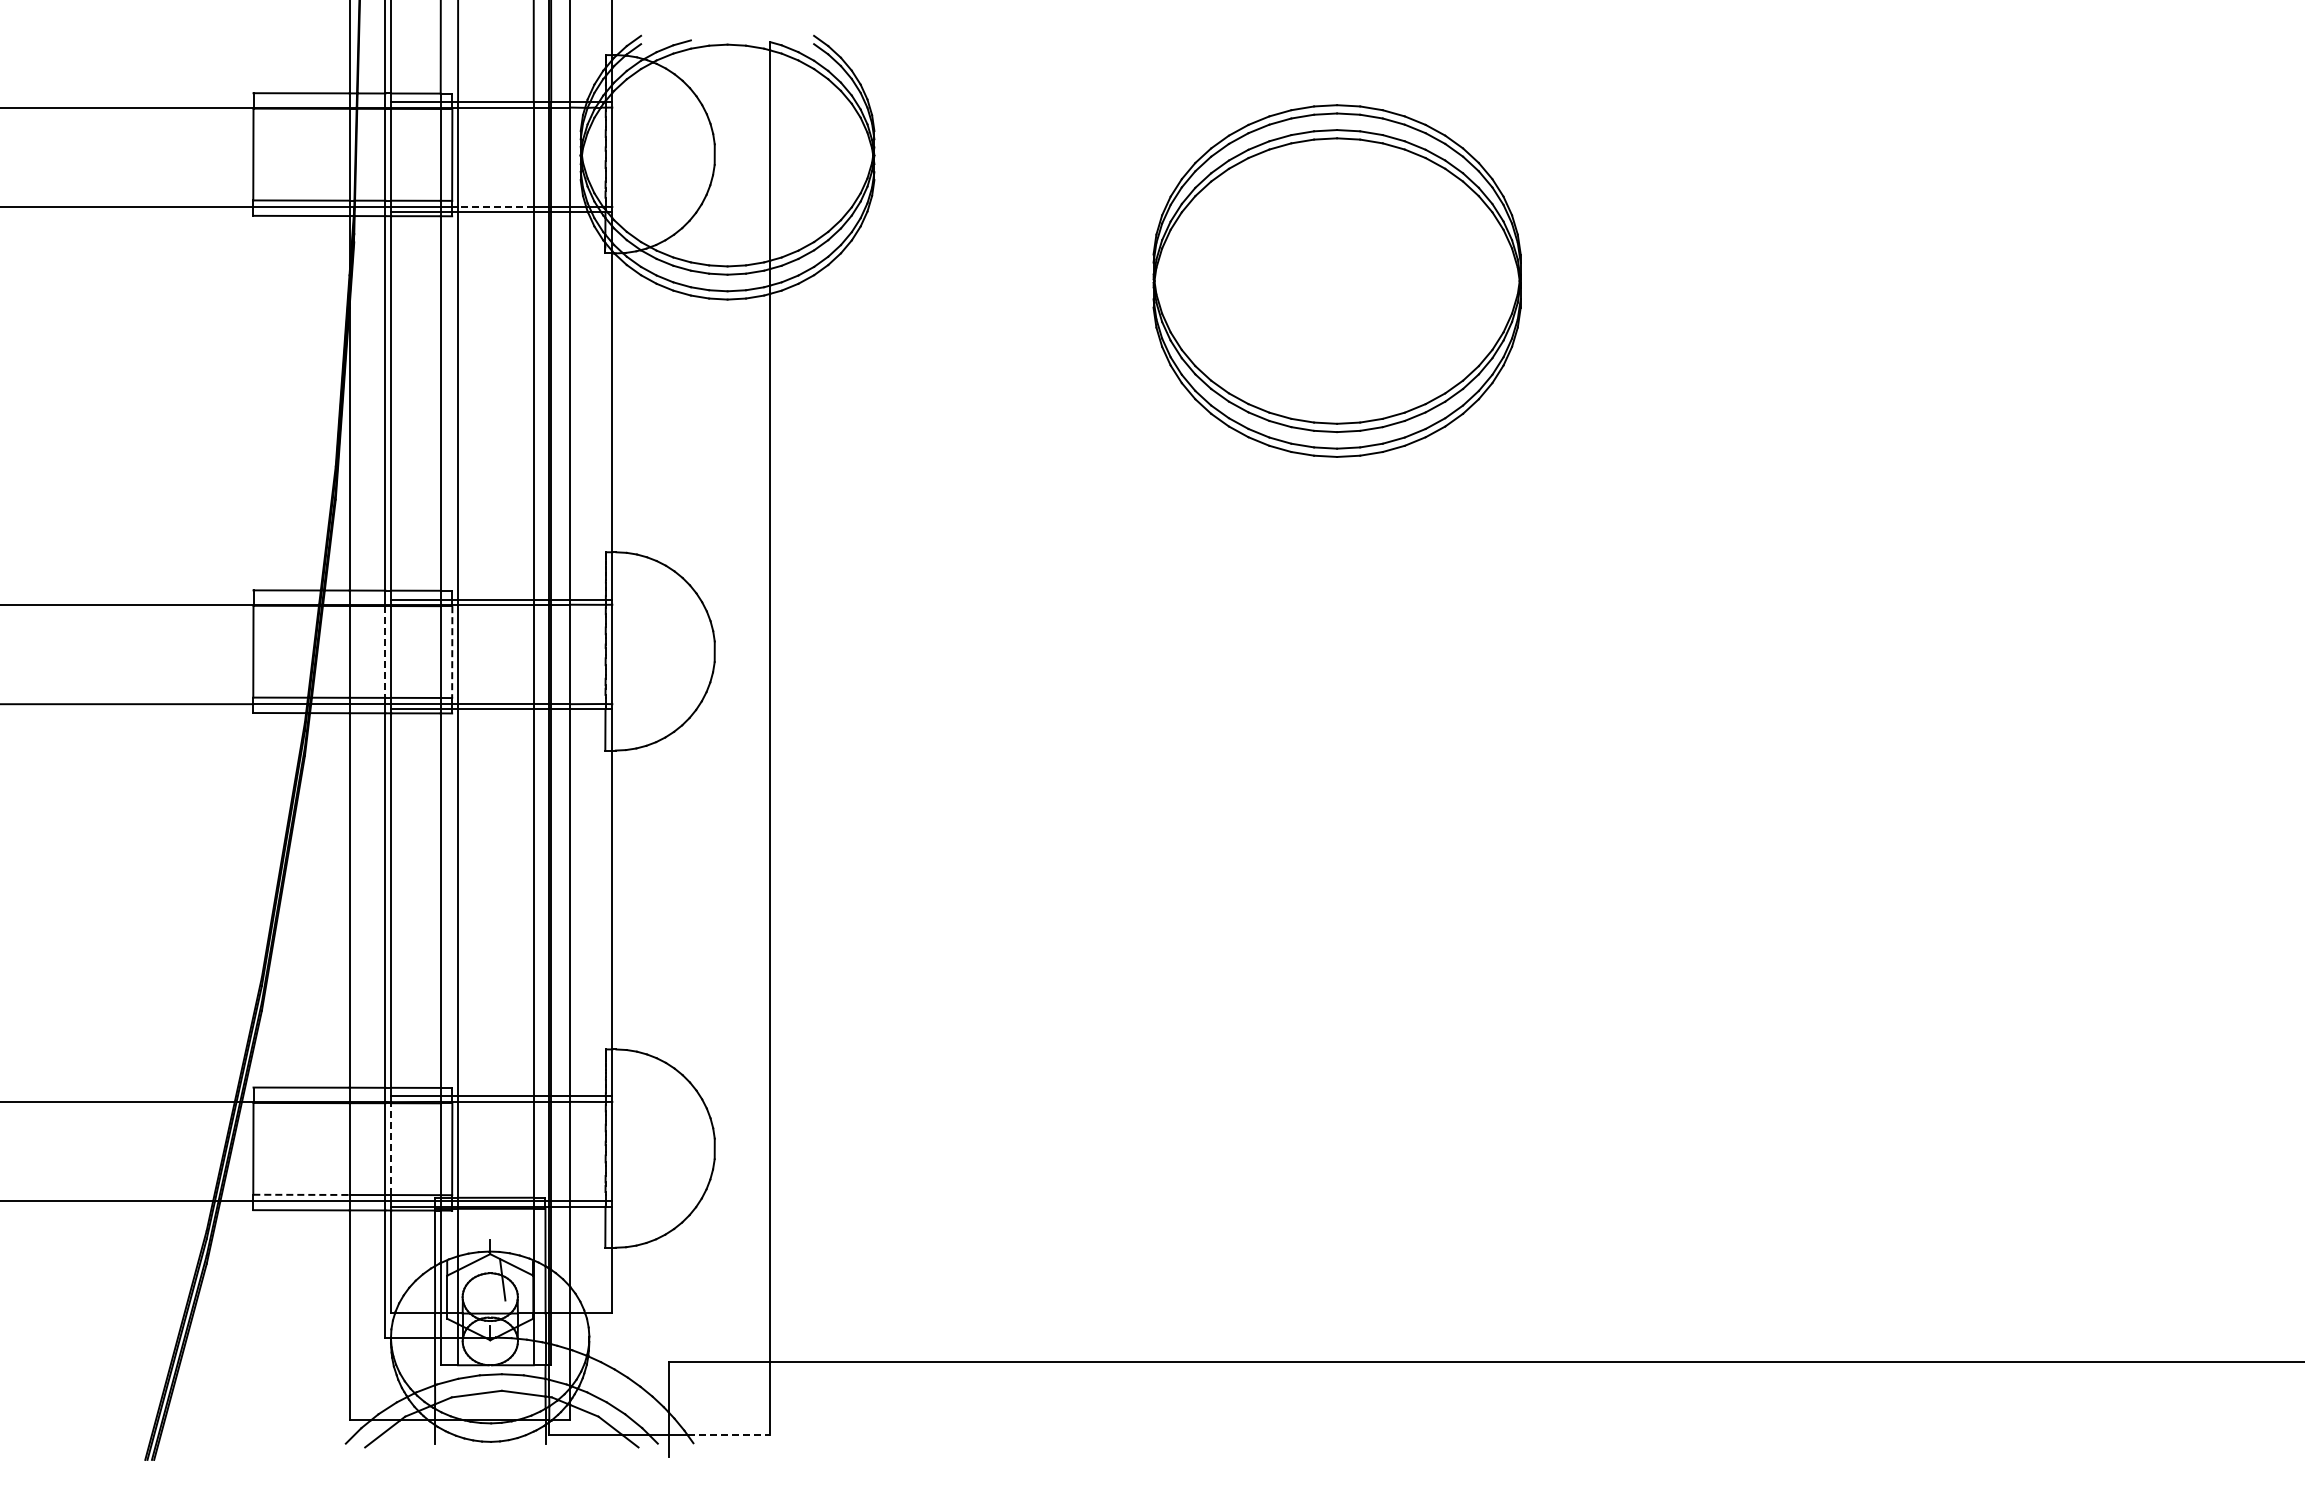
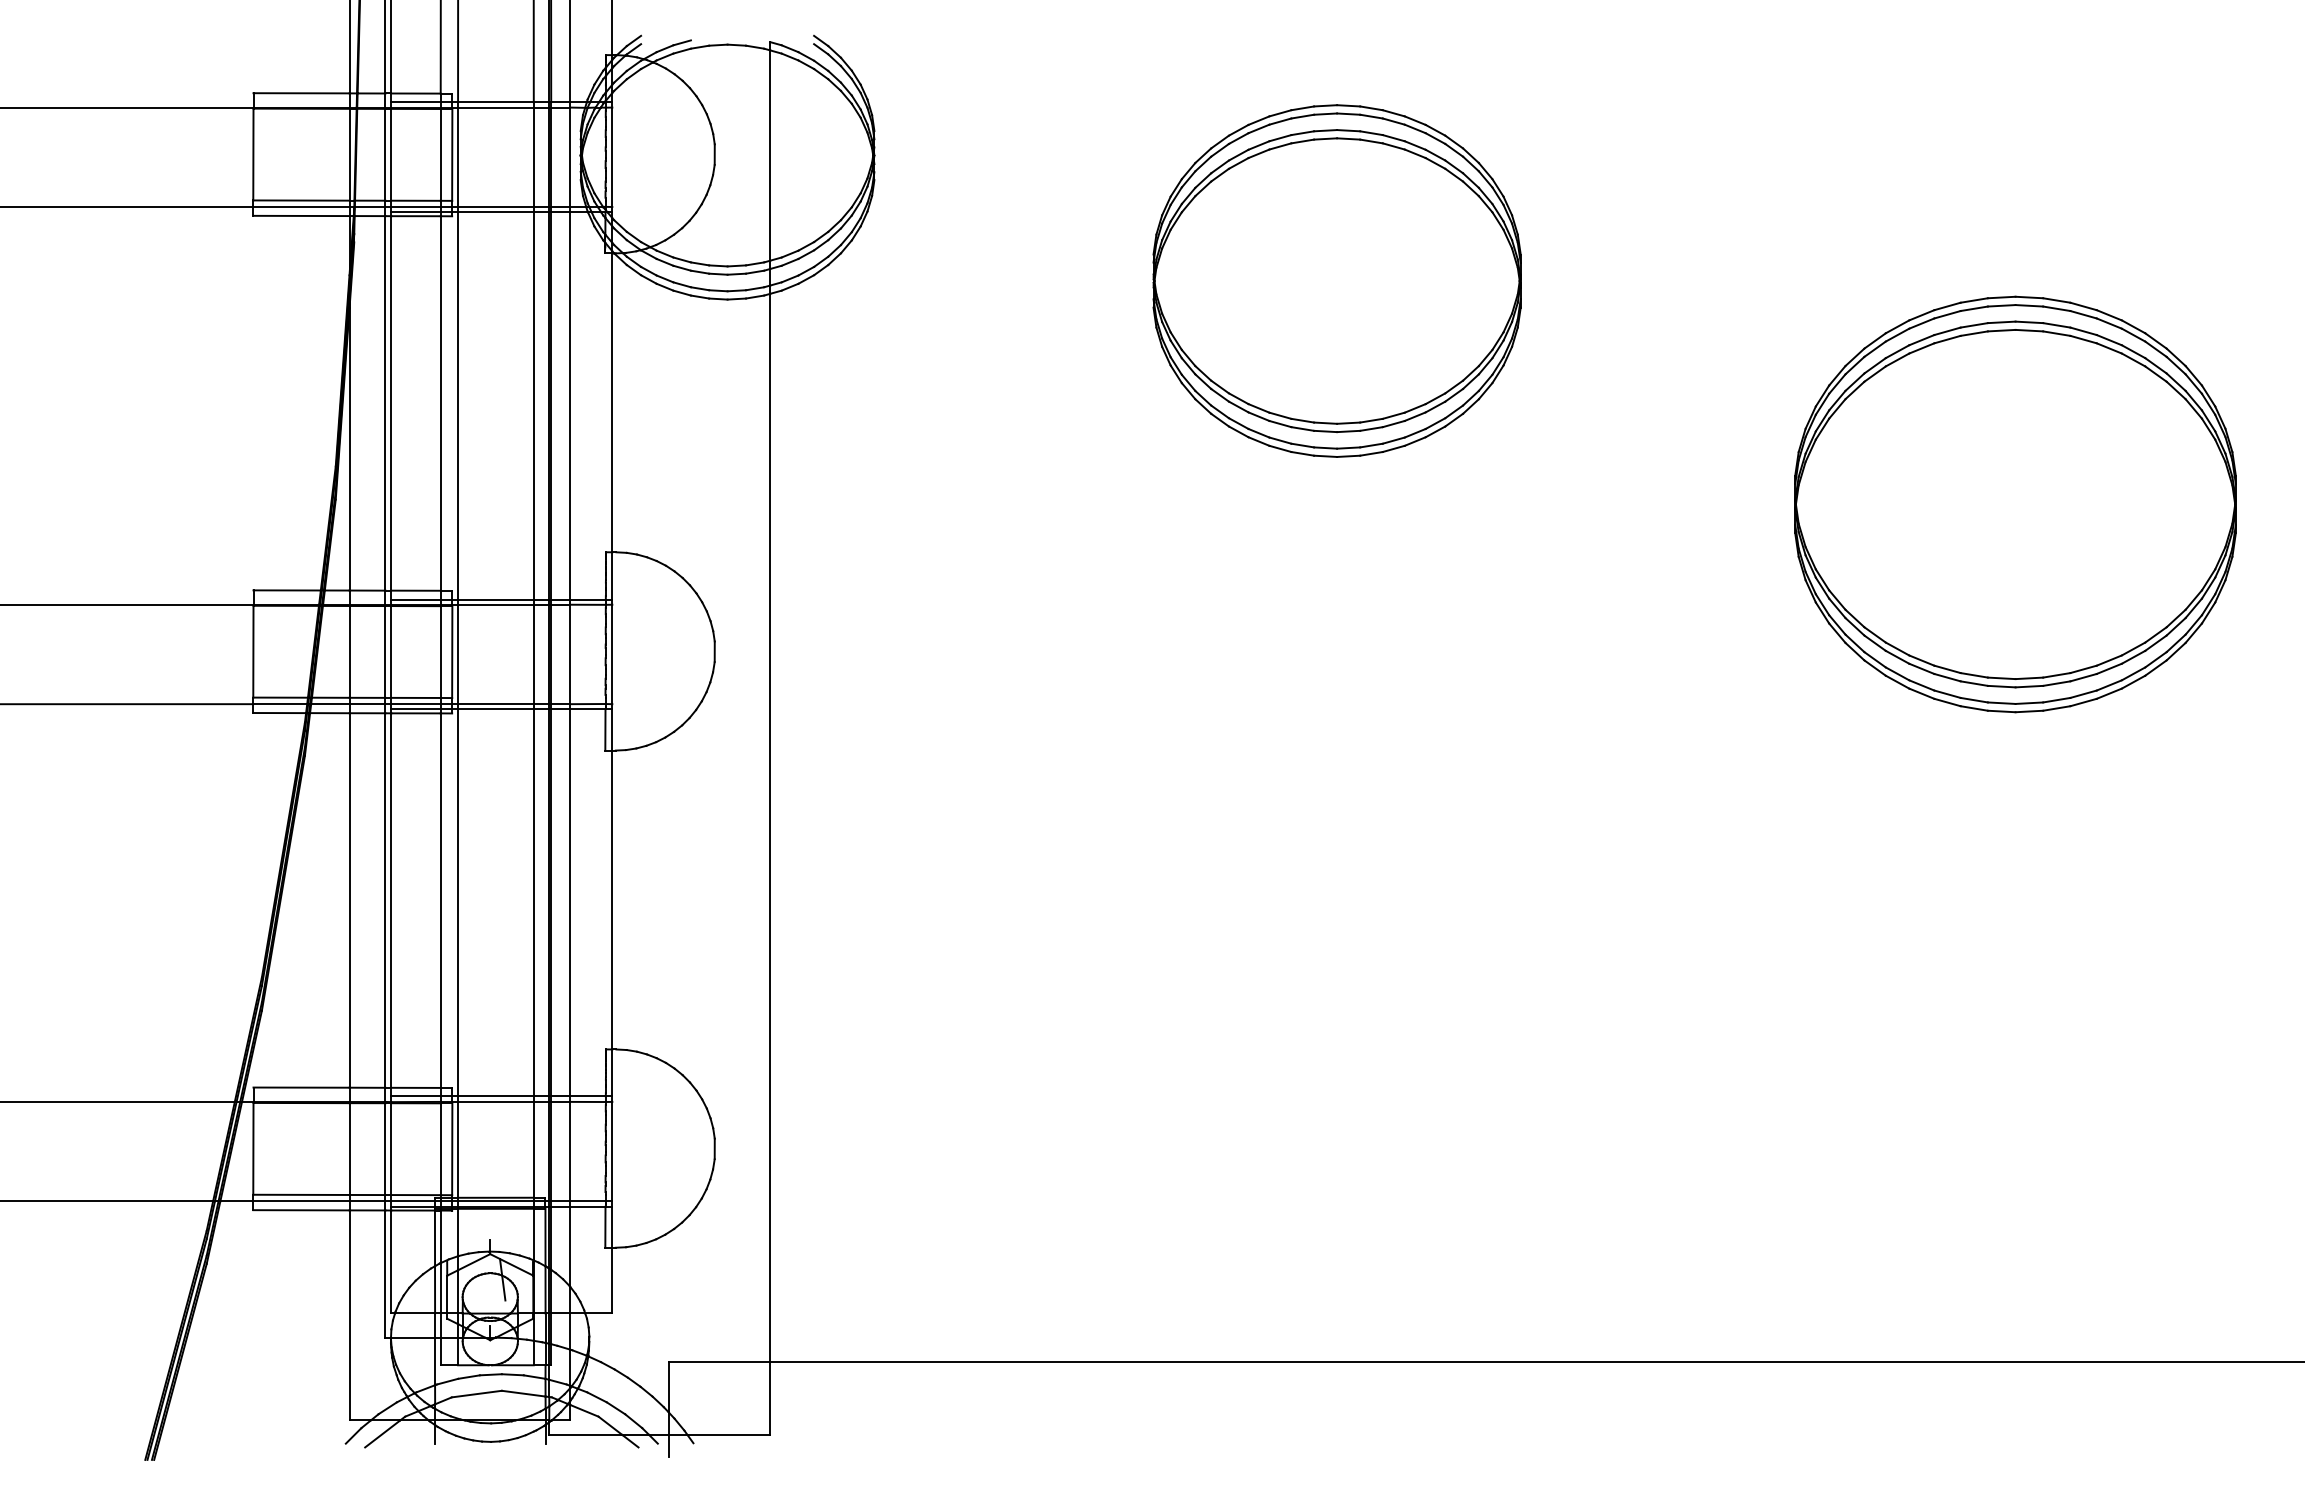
line at (495, 207): dashed -> solid
part at (2015, 504): none -> present
line at (385, 651): dashed -> solid
line at (452, 652): dashed -> solid
line at (391, 1149): dashed -> solid
line at (301, 1194): dashed -> solid
line at (729, 1435): dashed -> solid
